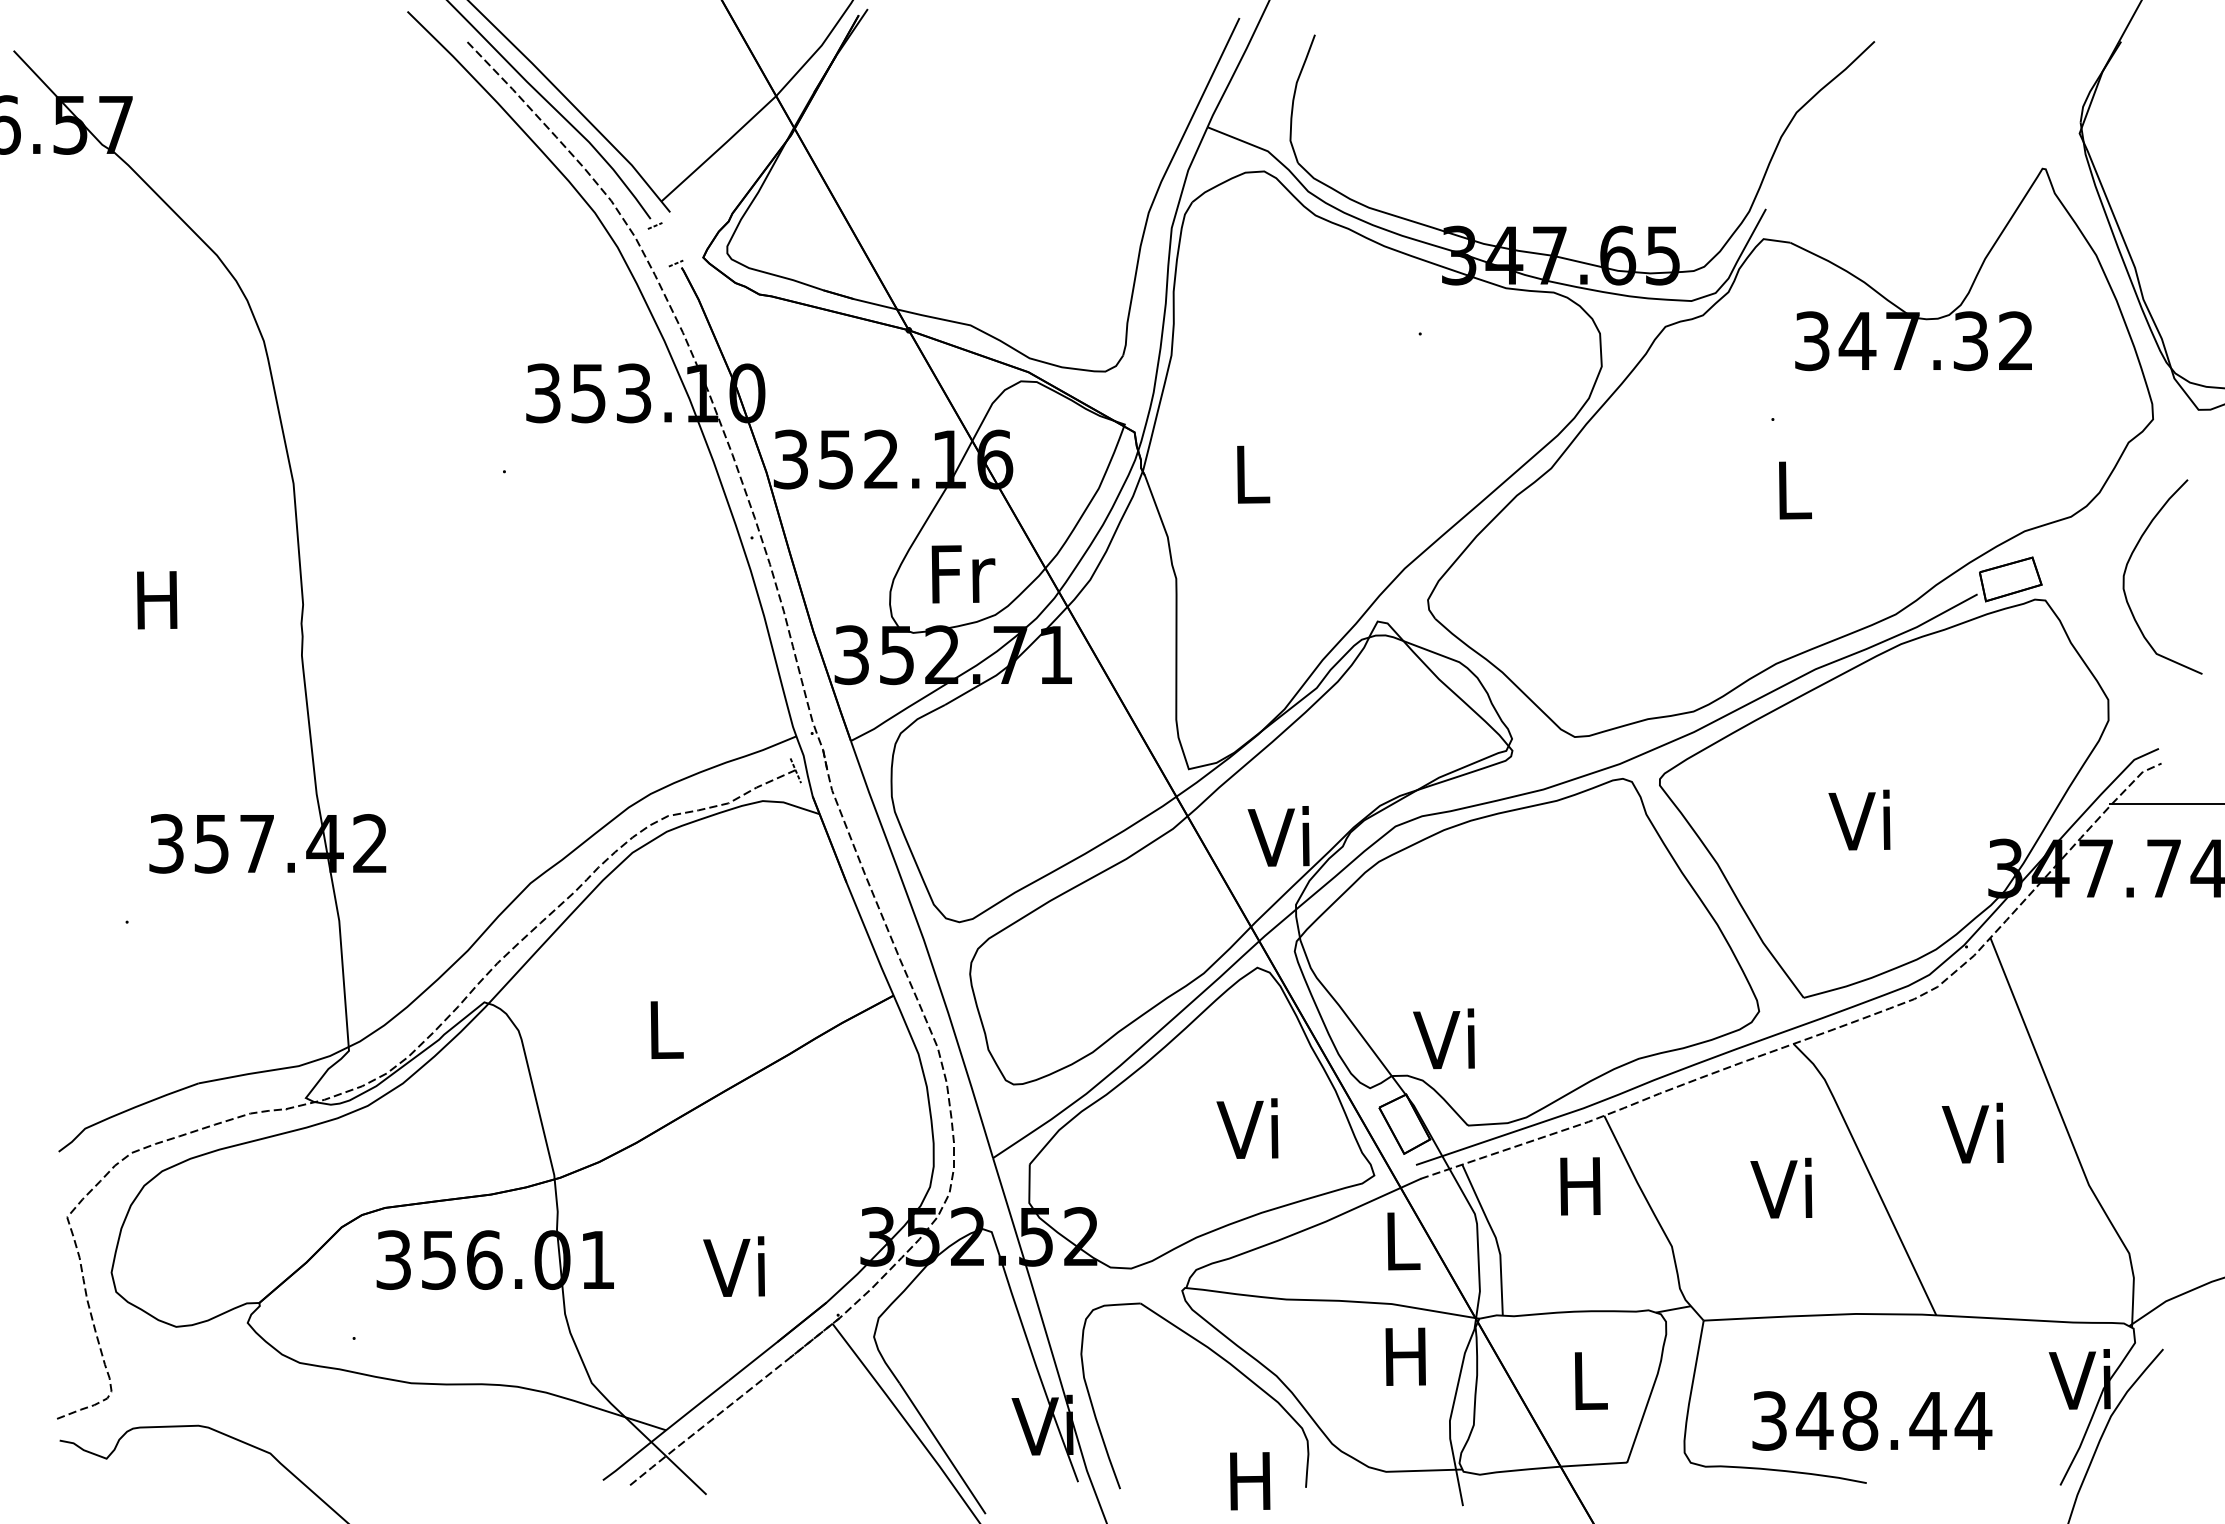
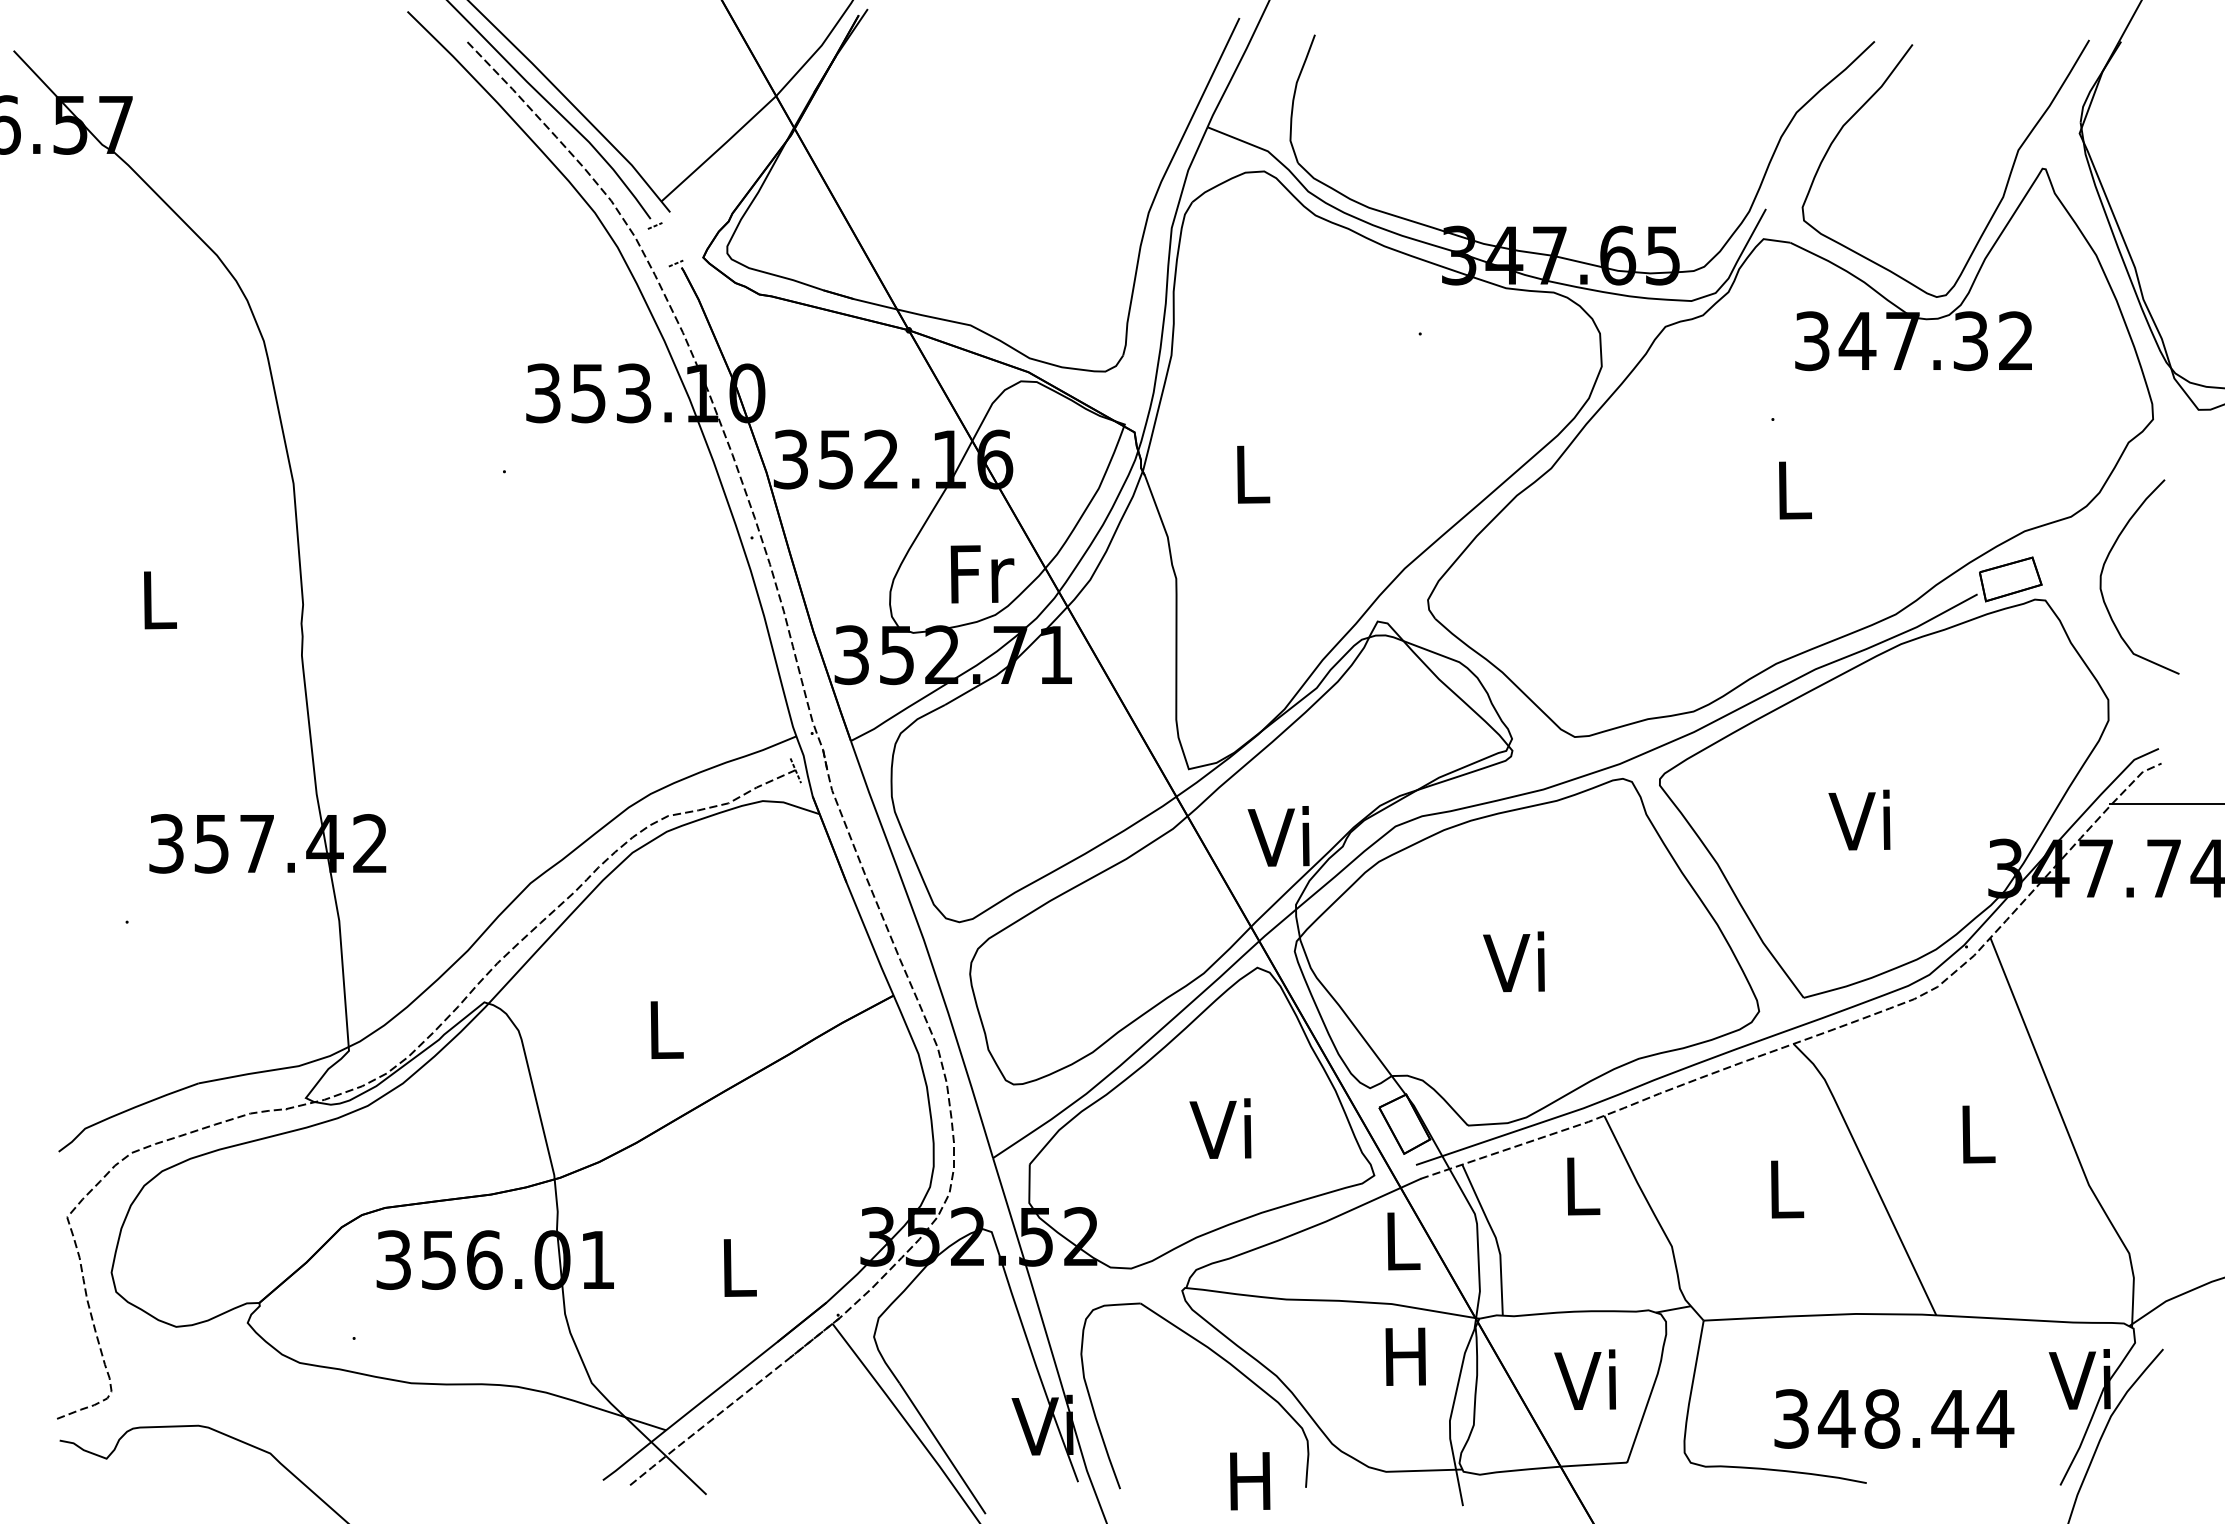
curve at (2006, 182): none -> present
curve at (2127, 567) position: (2127, 567) -> (2104, 567)
text at (963, 574) position: (963, 574) -> (982, 574)
text at (157, 600): H -> L
text at (1443, 1038) position: (1443, 1038) -> (1513, 961)
text at (1247, 1128) position: (1247, 1128) -> (1220, 1128)
text at (1972, 1132): Vi -> L
text at (1580, 1186): H -> L
text at (1781, 1187): Vi -> L
text at (733, 1266): Vi -> L
text at (1584, 1379): L -> Vi
text at (1872, 1420) position: (1872, 1420) -> (1894, 1418)
